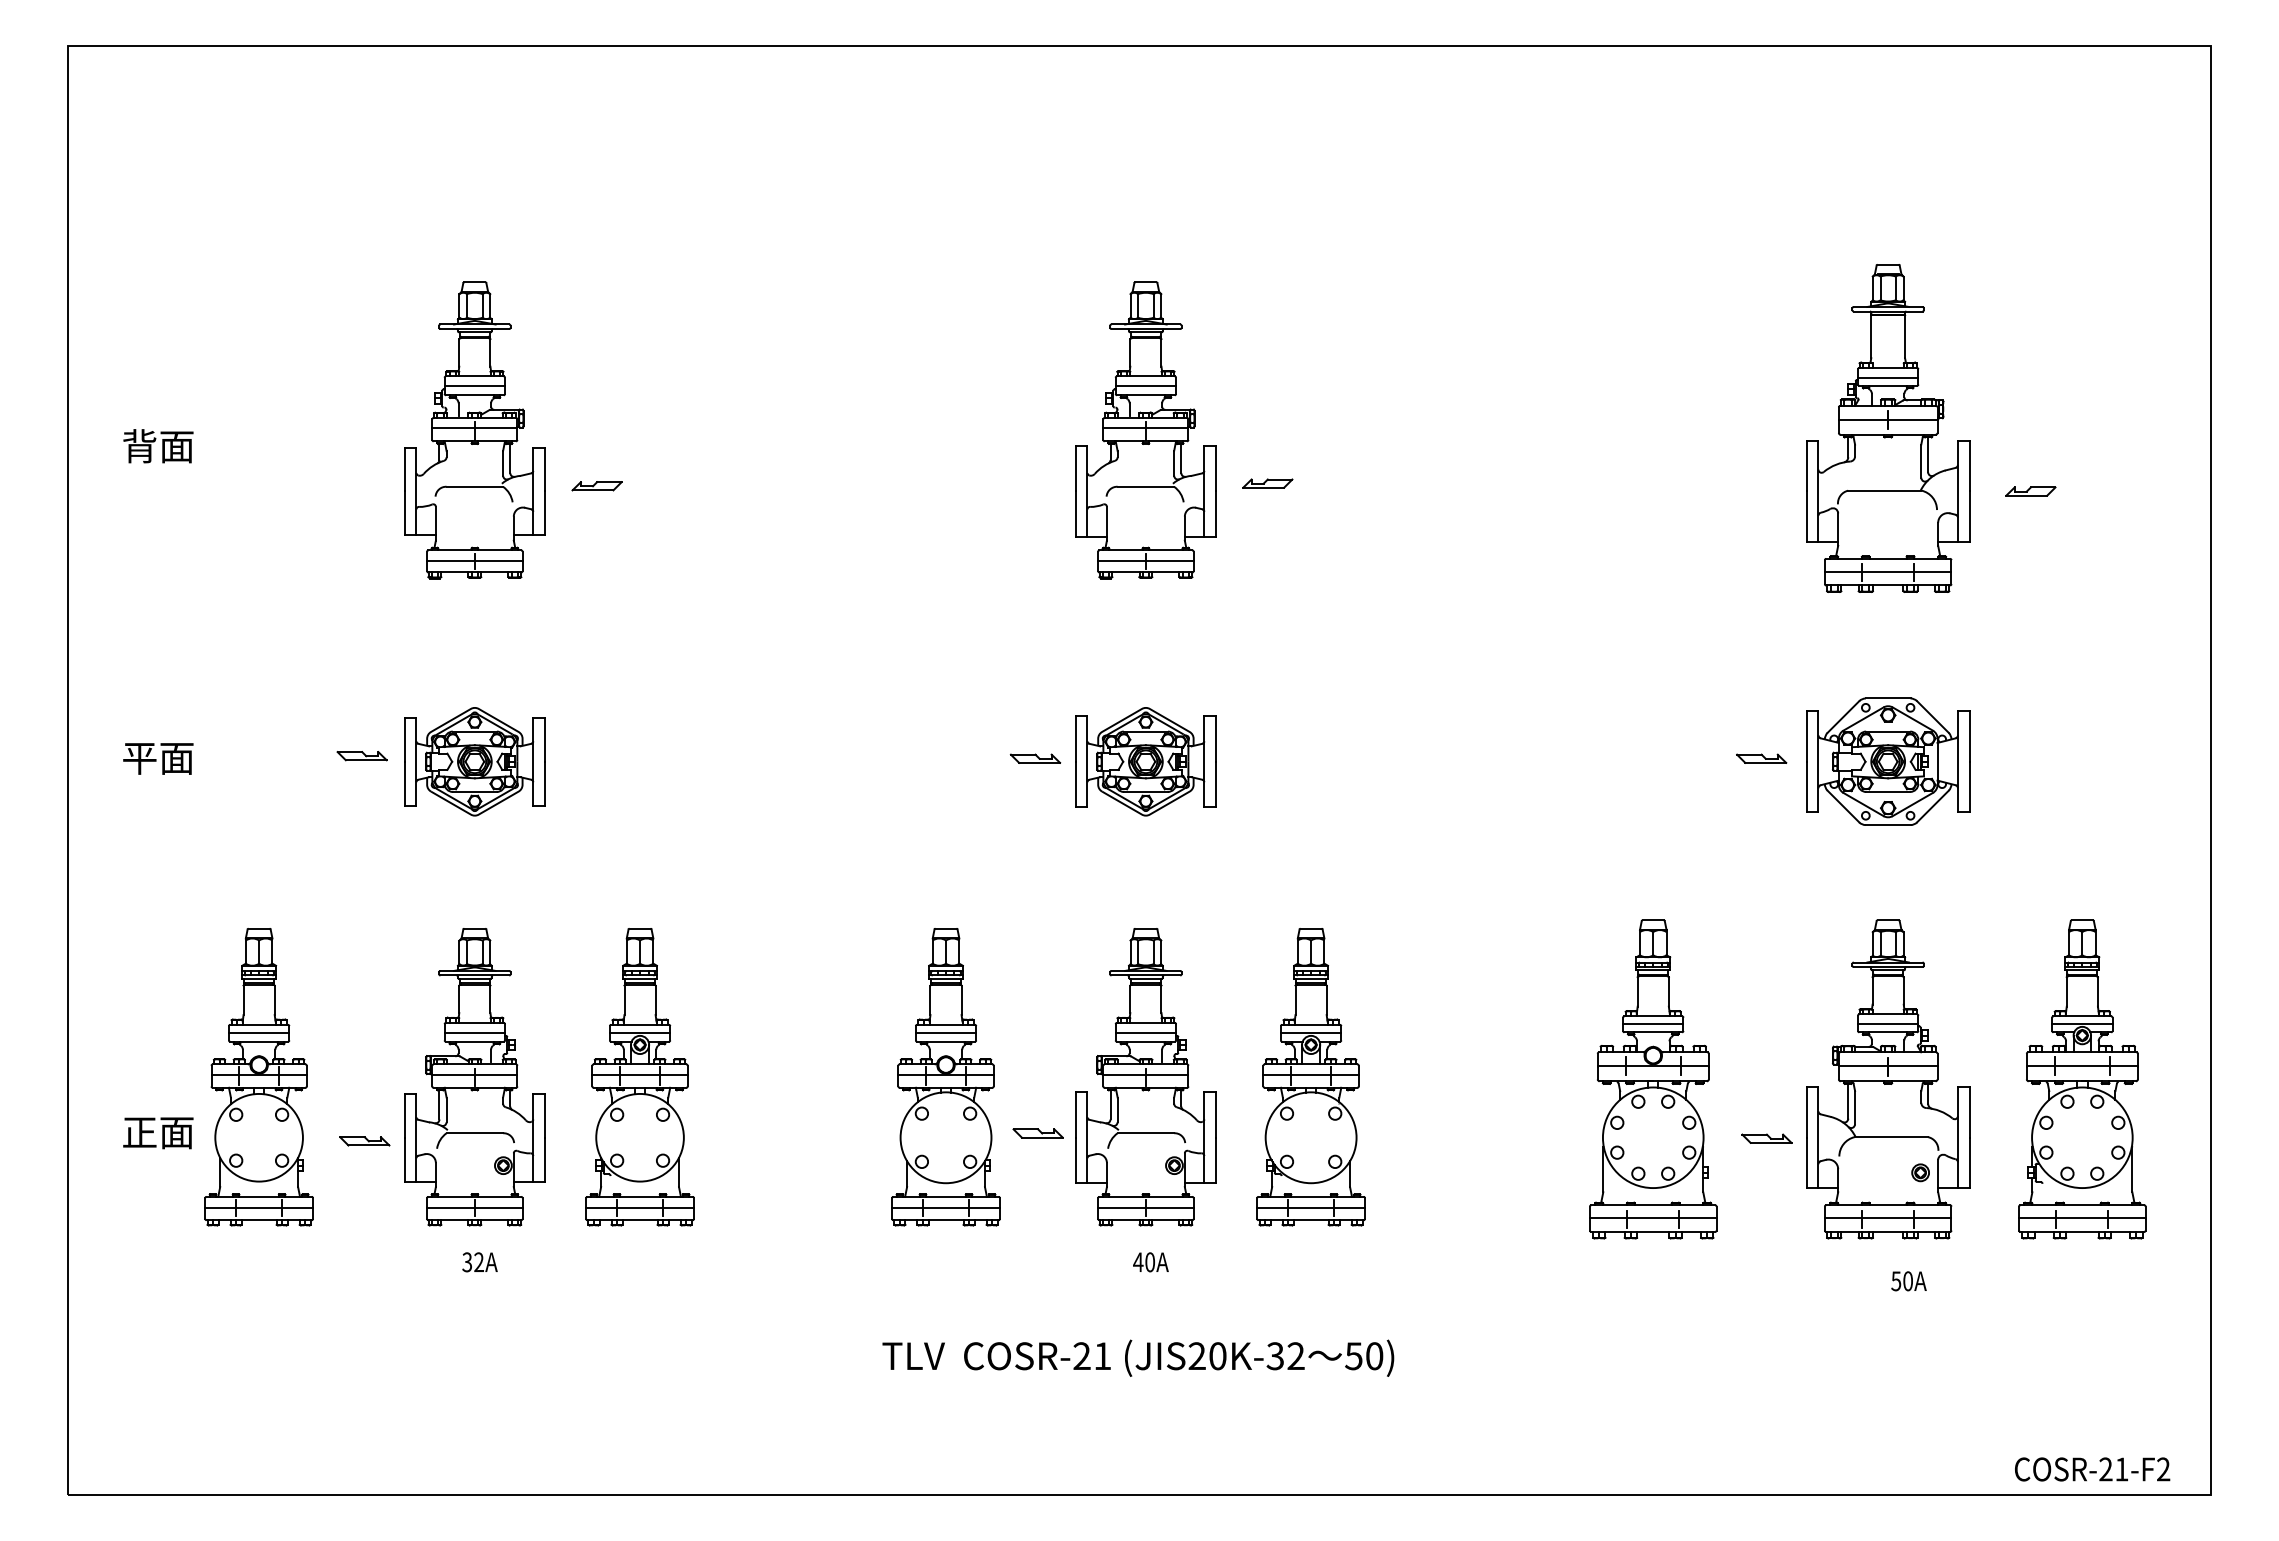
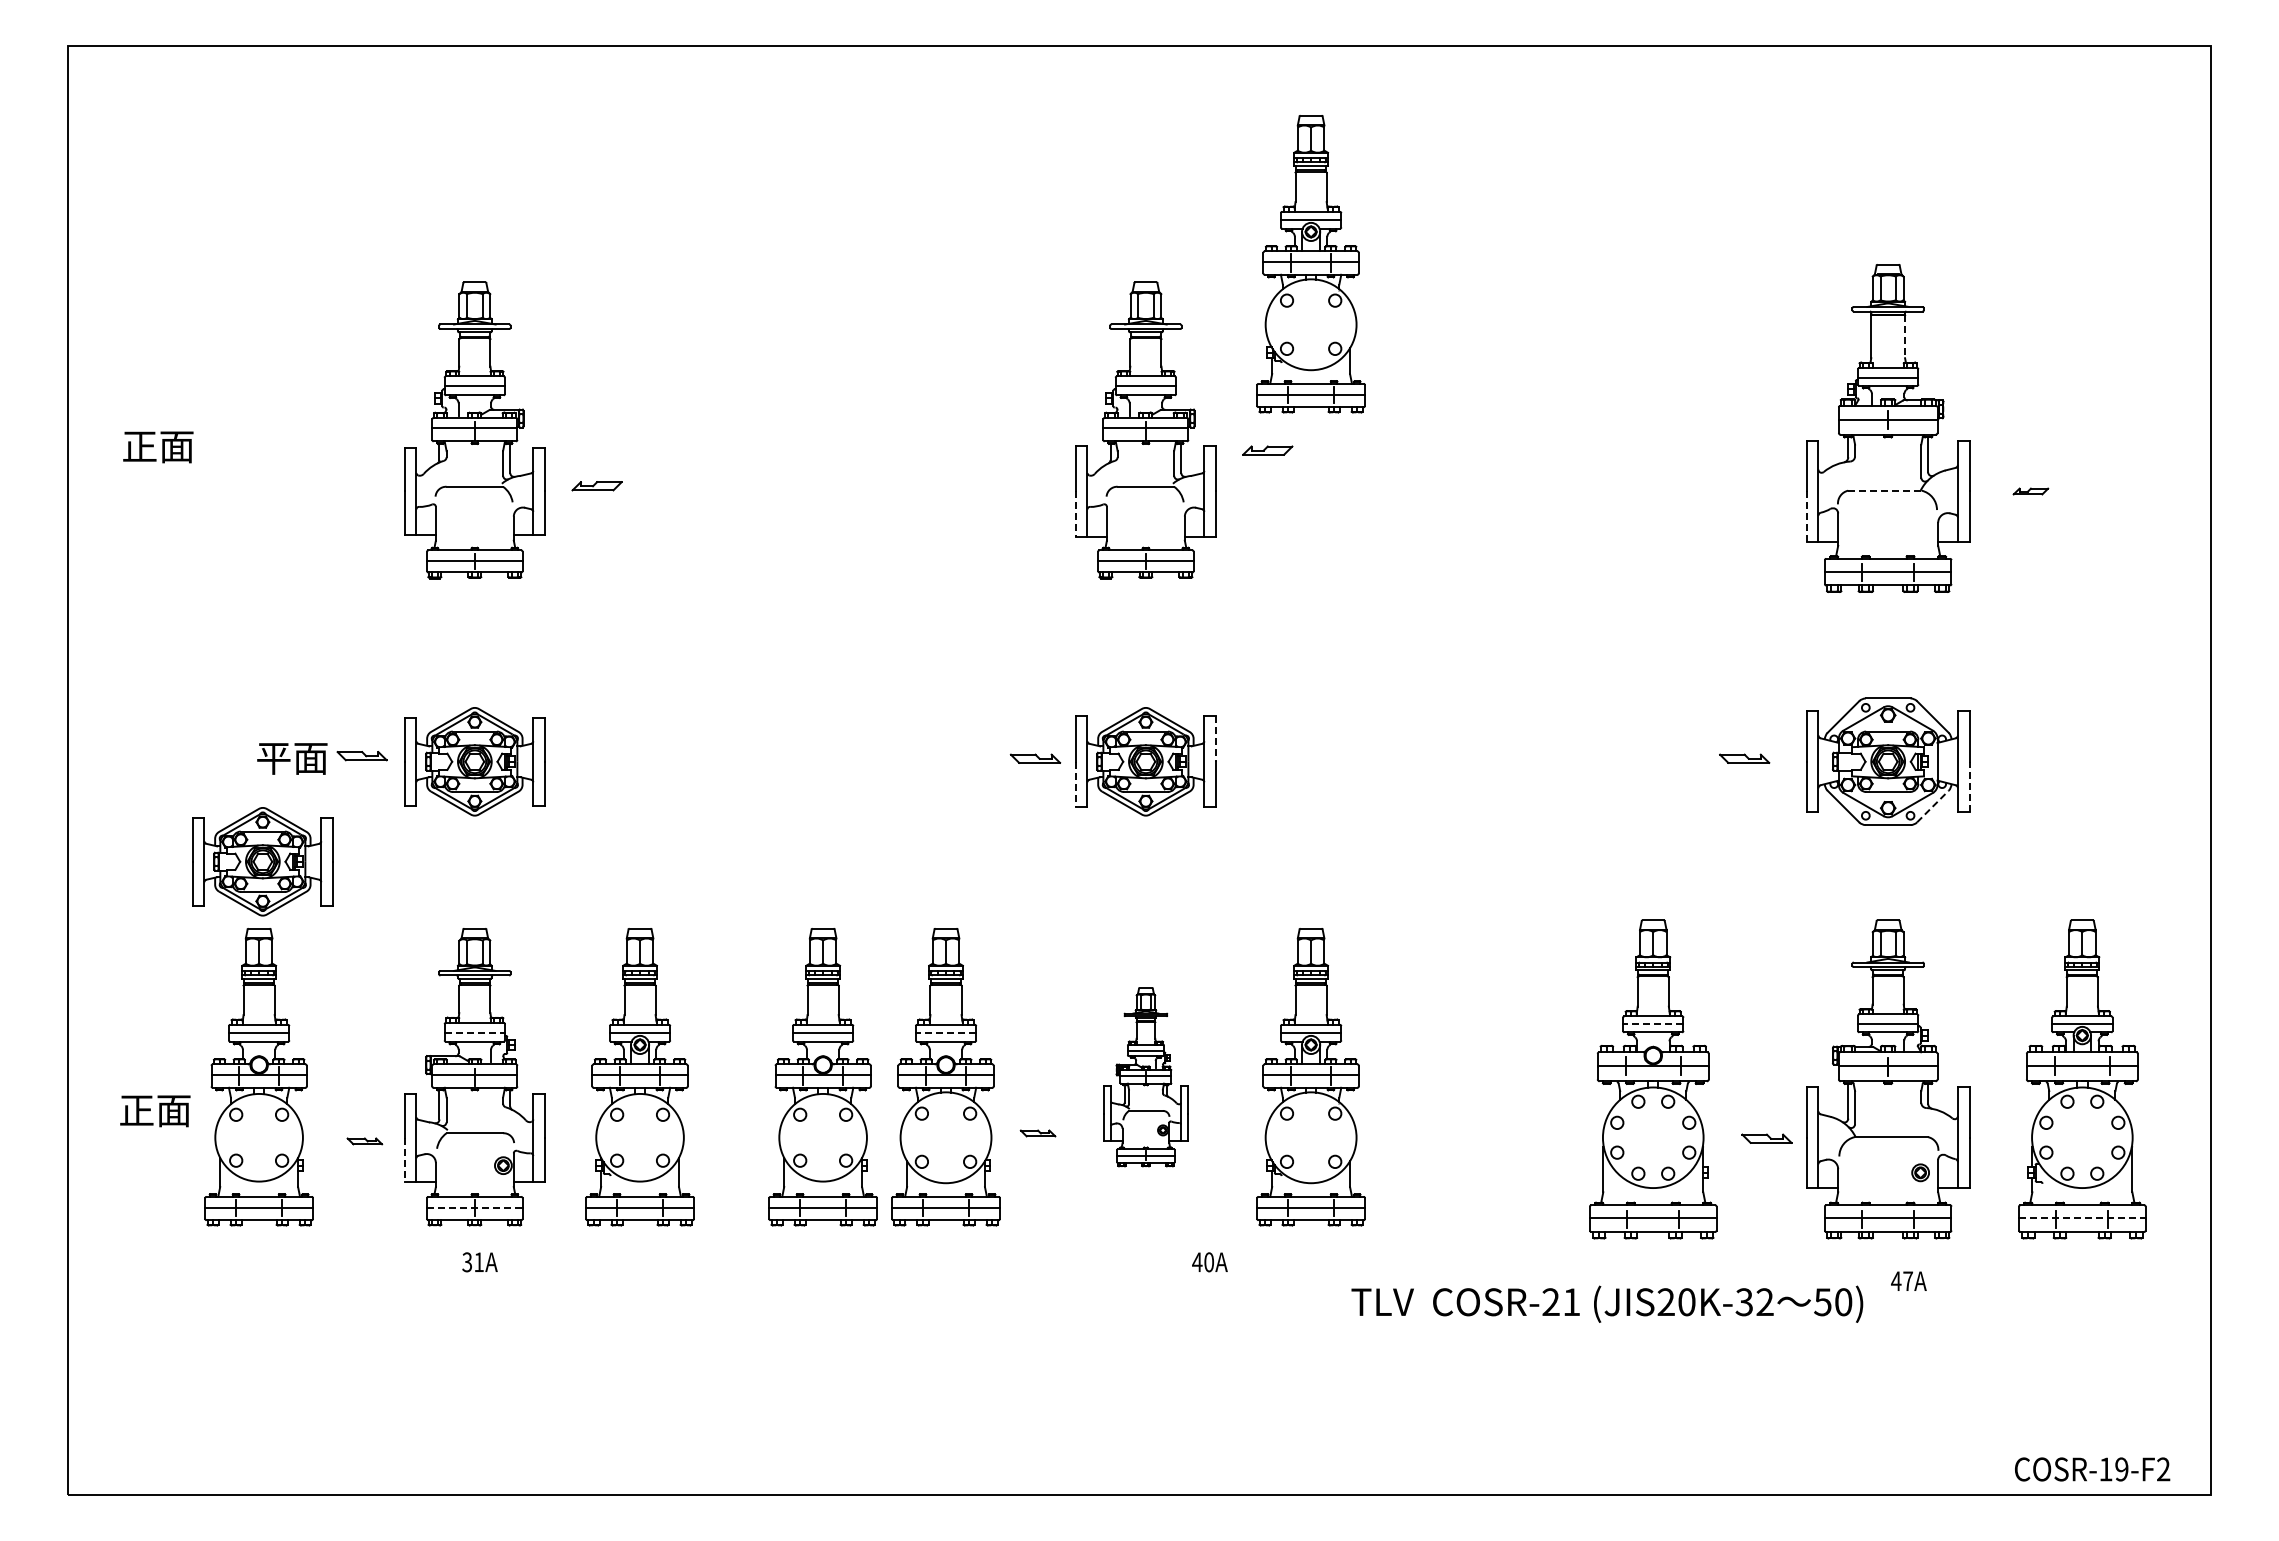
part at (1310, 264): none -> present
line at (1905, 337): solid -> dashed
text at (139, 446): 背面 -> 正面
part at (1267, 483) position: (1267, 483) -> (1267, 450)
line at (1884, 490): solid -> dashed
part at (2030, 491) size: 52x11 px -> 38x9 px
line at (1075, 514): solid -> dashed
line at (1806, 515): solid -> dashed
line at (1216, 739): solid -> dashed
text at (158, 758) position: (158, 758) -> (292, 758)
part at (1761, 758) position: (1761, 758) -> (1744, 758)
line at (1075, 784): solid -> dashed
line at (1969, 786): solid -> dashed
line at (1933, 806): solid -> dashed
part at (262, 861): none -> present
line at (1652, 1024): solid -> dashed
line at (475, 1032): solid -> dashed
line at (945, 1032): solid -> dashed
part at (822, 1077): none -> present
part at (1145, 1077) size: 142x299 px -> 86x181 px
text at (158, 1133) position: (158, 1133) -> (155, 1111)
part at (1037, 1133) size: 52x11 px -> 38x9 px
part at (364, 1141) size: 52x11 px -> 38x9 px
line at (404, 1159): solid -> dashed
line at (474, 1207): solid -> dashed
line at (2082, 1218): solid -> dashed
text at (478, 1261): 32A -> 31A
text at (1150, 1262) position: (1150, 1262) -> (1209, 1262)
text at (1902, 1281): 50A -> 47A
text at (1138, 1357) position: (1138, 1357) -> (1607, 1303)
text at (2113, 1469): COSR-21-F2 -> COSR-19-F2
